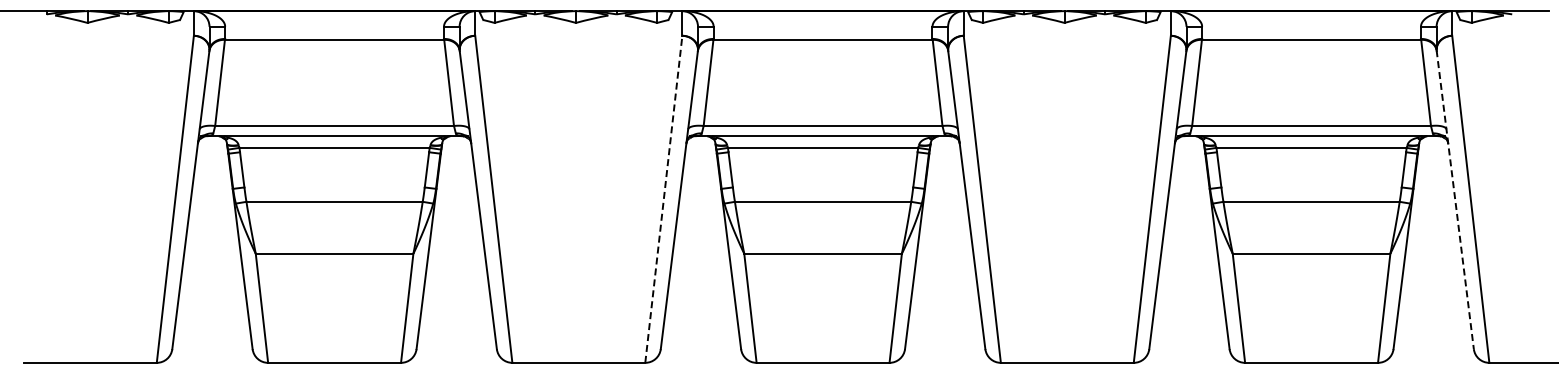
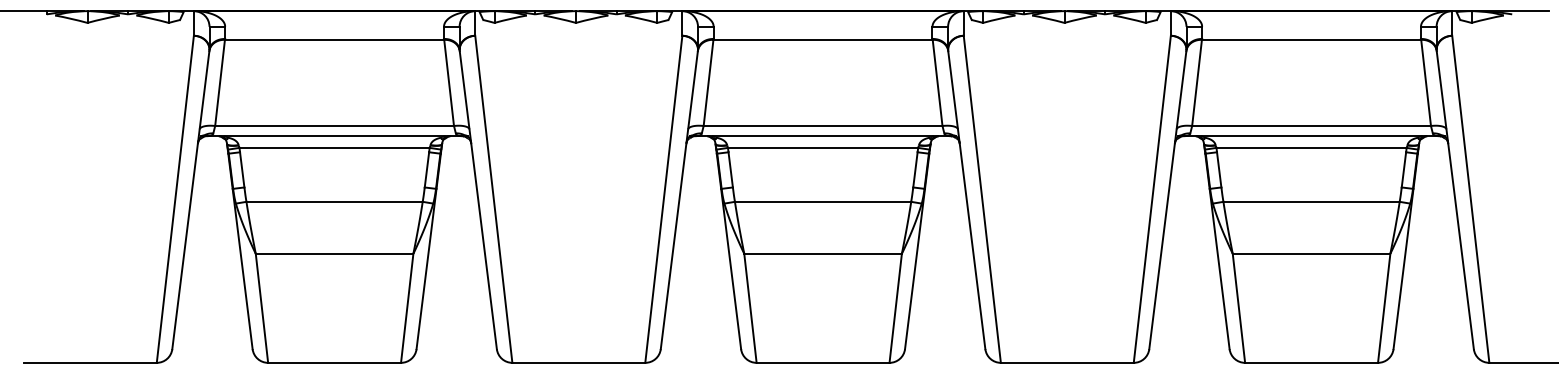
line at (663, 199): dashed -> solid
line at (1455, 199): dashed -> solid
